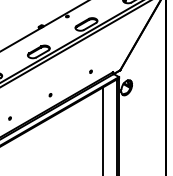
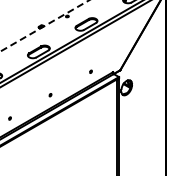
line at (44, 25): solid -> dashed
line at (102, 129): present -> none
